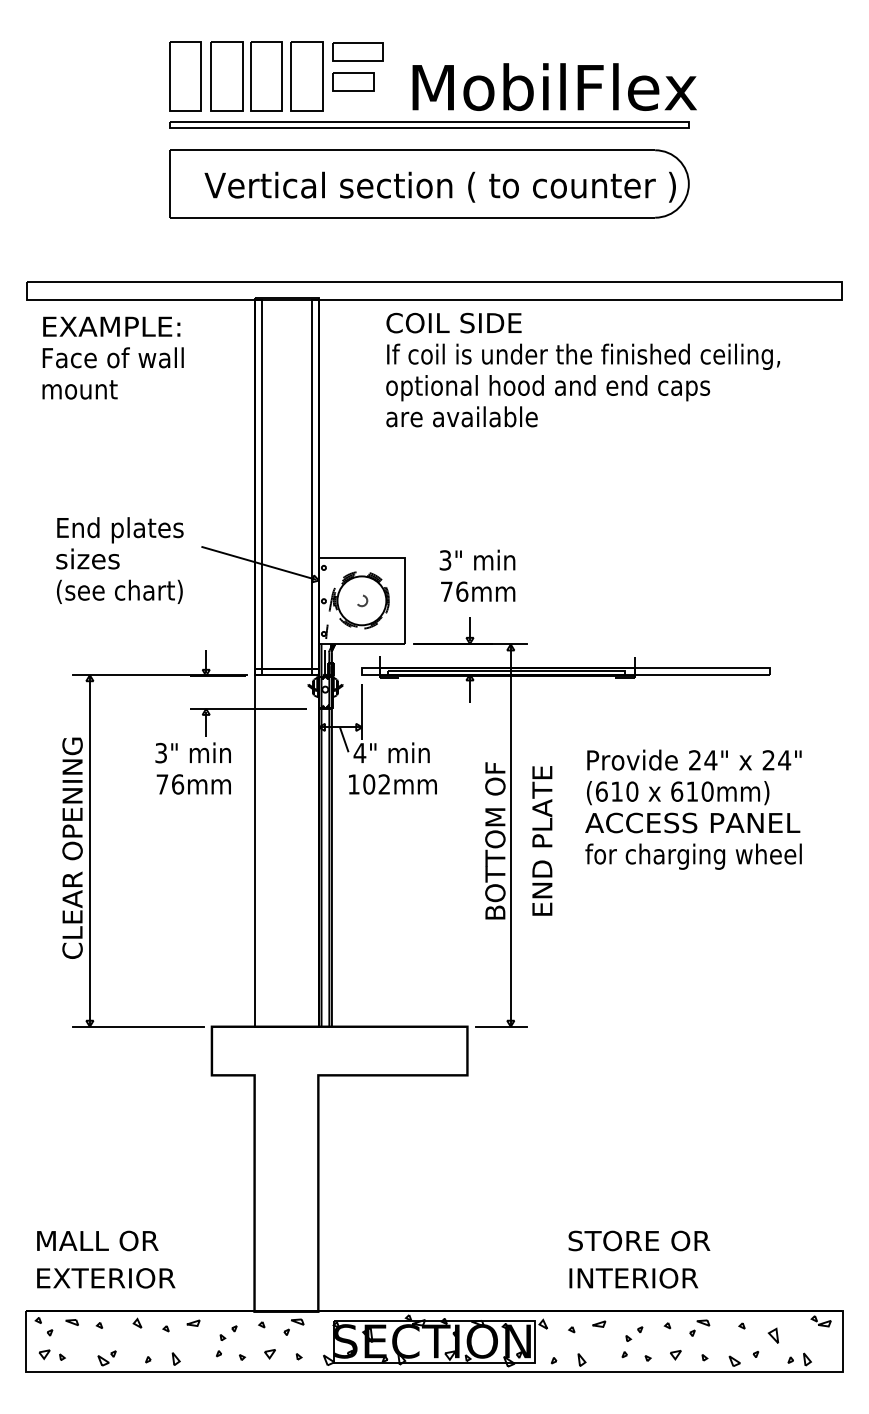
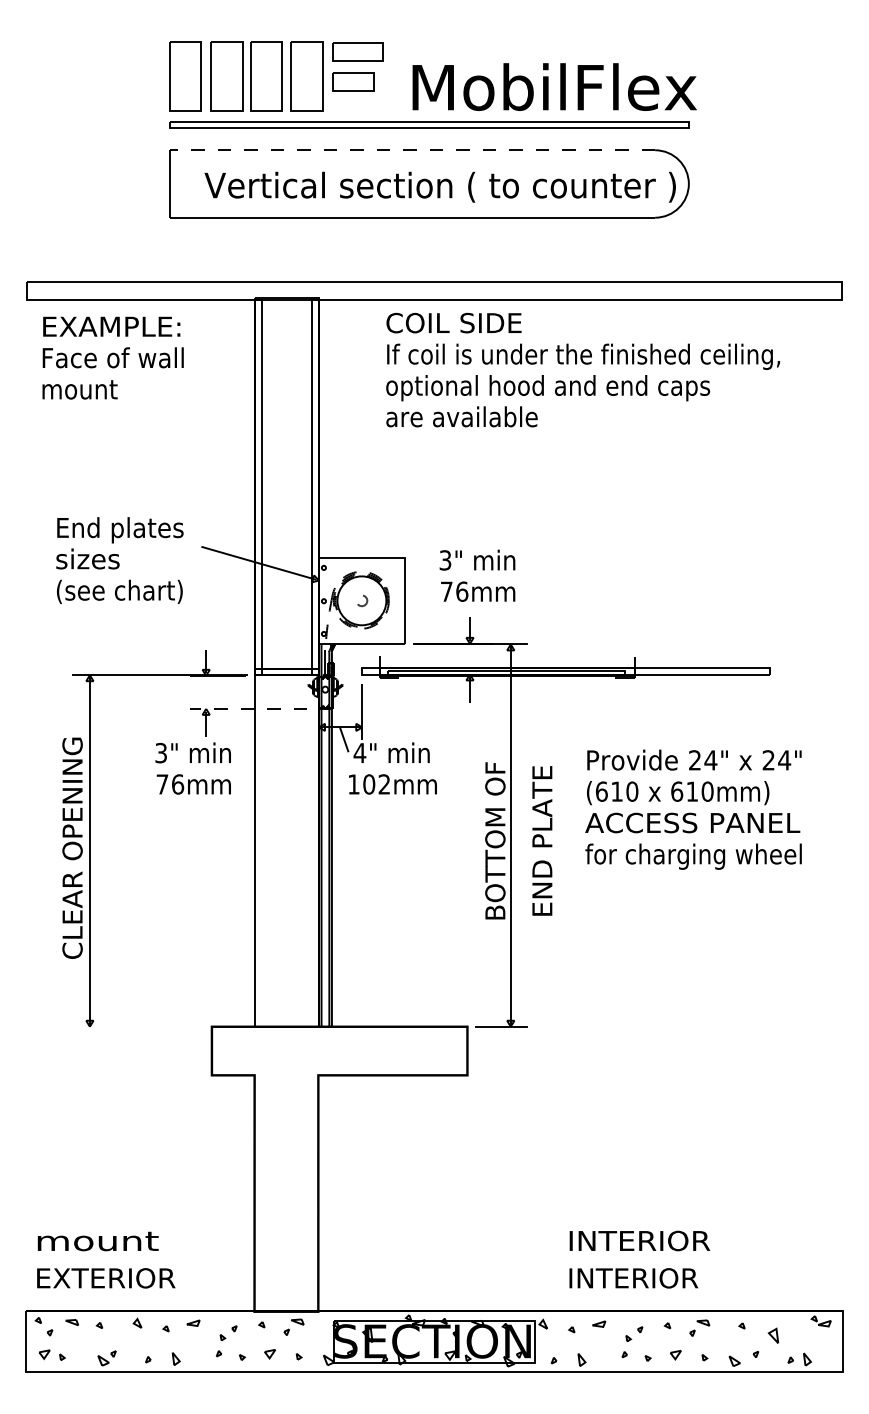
line at (412, 150): solid -> dashed
line at (248, 708): solid -> dashed
line at (138, 1026): present -> none
text at (97, 1240): MALL OR -> mount
text at (638, 1240): STORE OR -> INTERIOR
